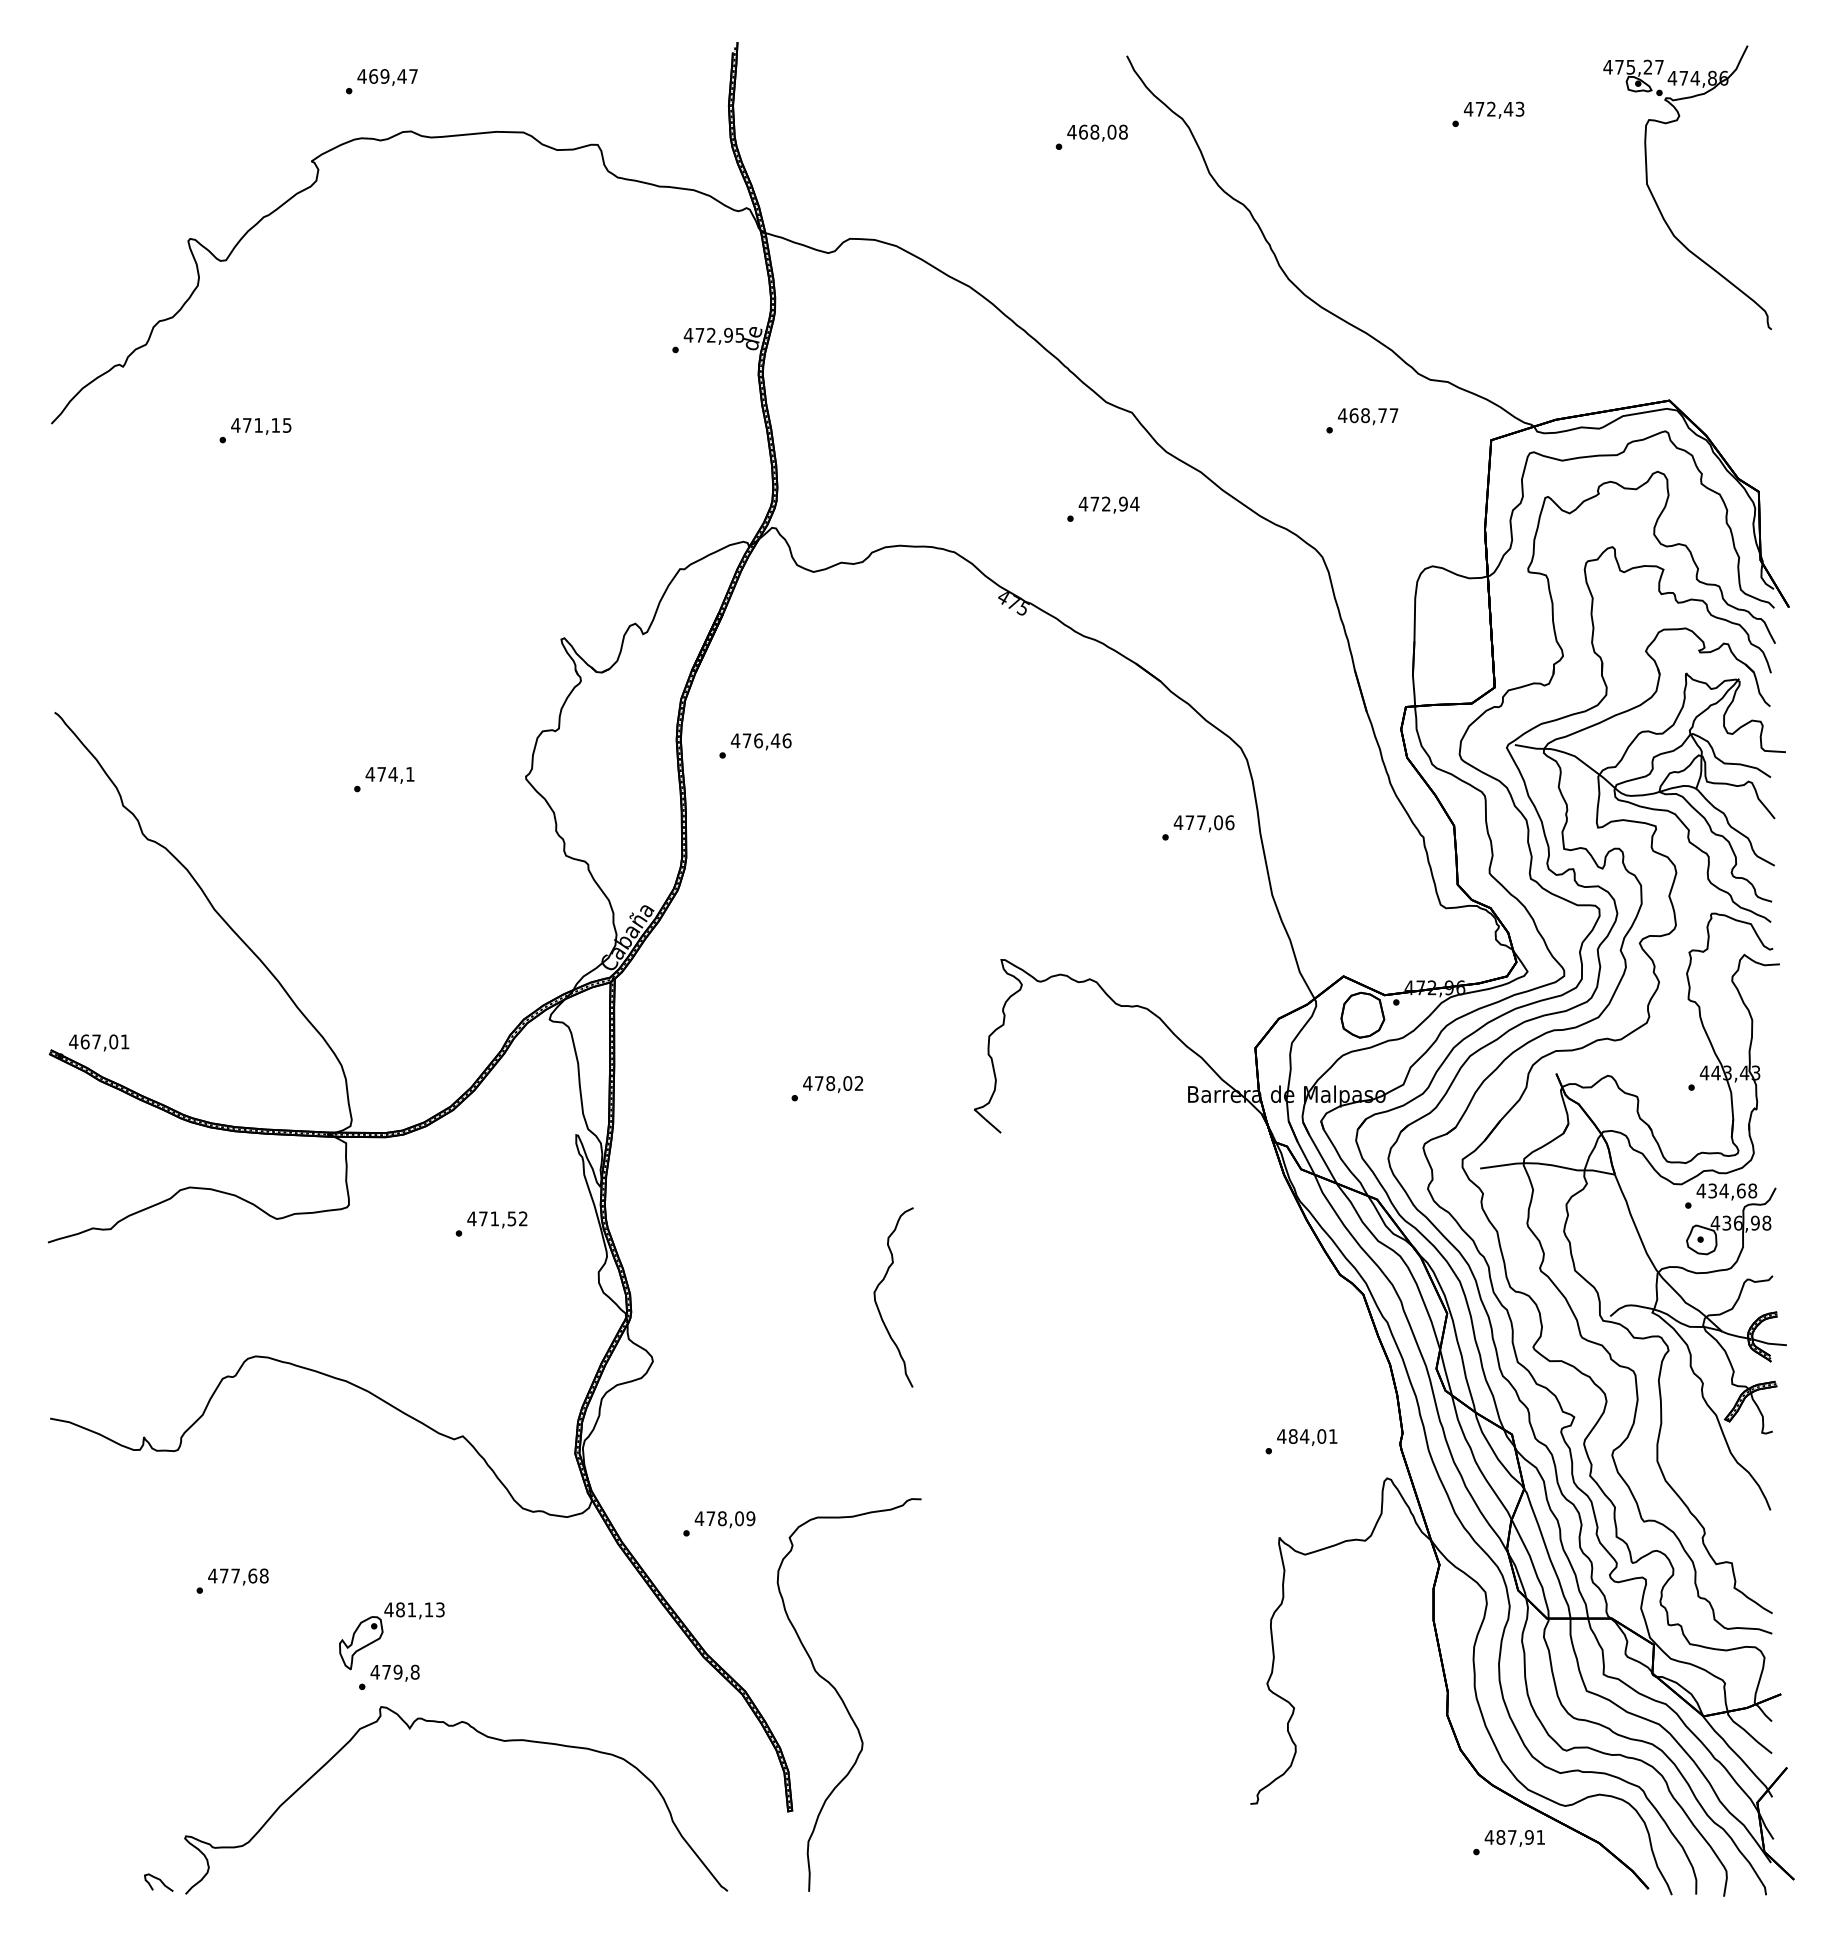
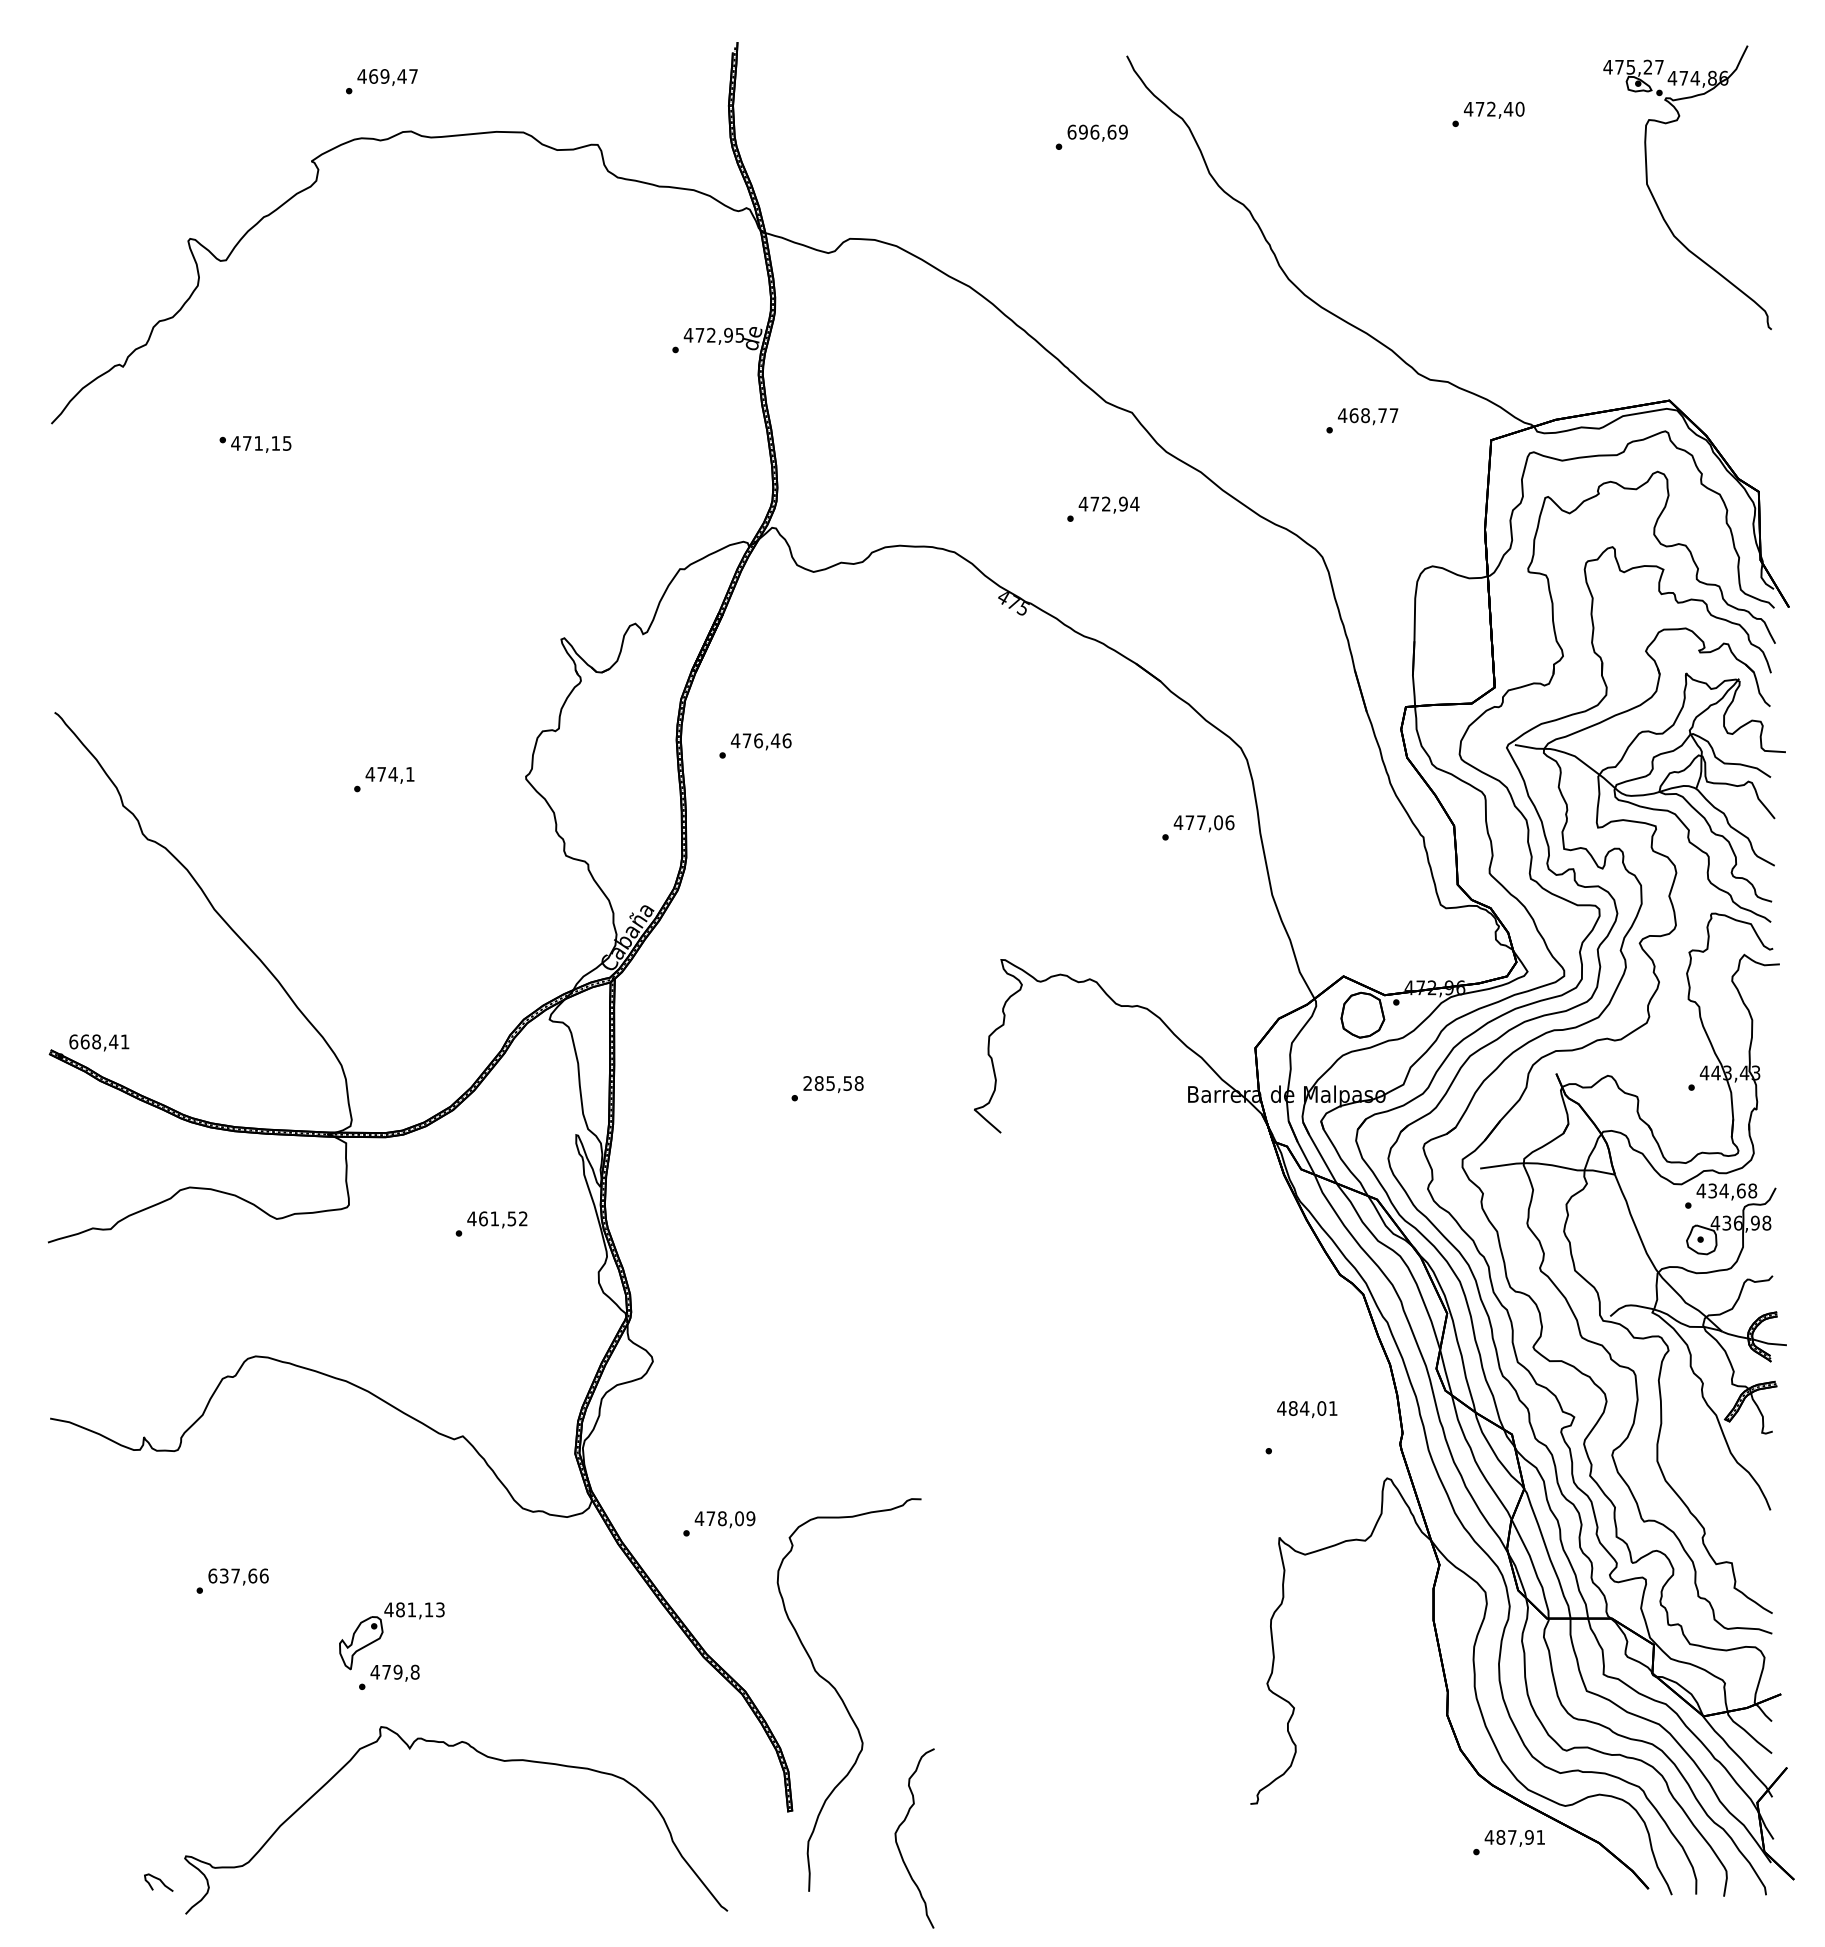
text at (1519, 108): 472,43 -> 472,40
text at (1097, 131): 468,08 -> 696,69
text at (261, 426) position: (261, 426) -> (261, 444)
text at (93, 1041): 467,01 -> 668,41
text at (833, 1083): 478,02 -> 285,58
text at (483, 1218): 471,52 -> 461,52
curve at (877, 1303) position: (877, 1303) -> (898, 1844)
text at (1307, 1437) position: (1307, 1437) -> (1307, 1409)
text at (238, 1575): 477,68 -> 637,66
curve at (486, 1737) position: (486, 1737) -> (486, 1757)
